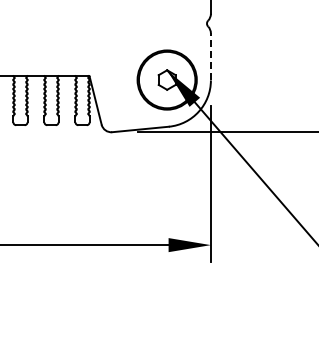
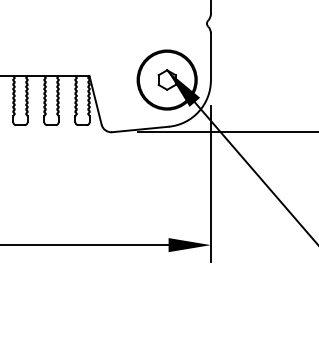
line at (210, 56): dashed -> solid
